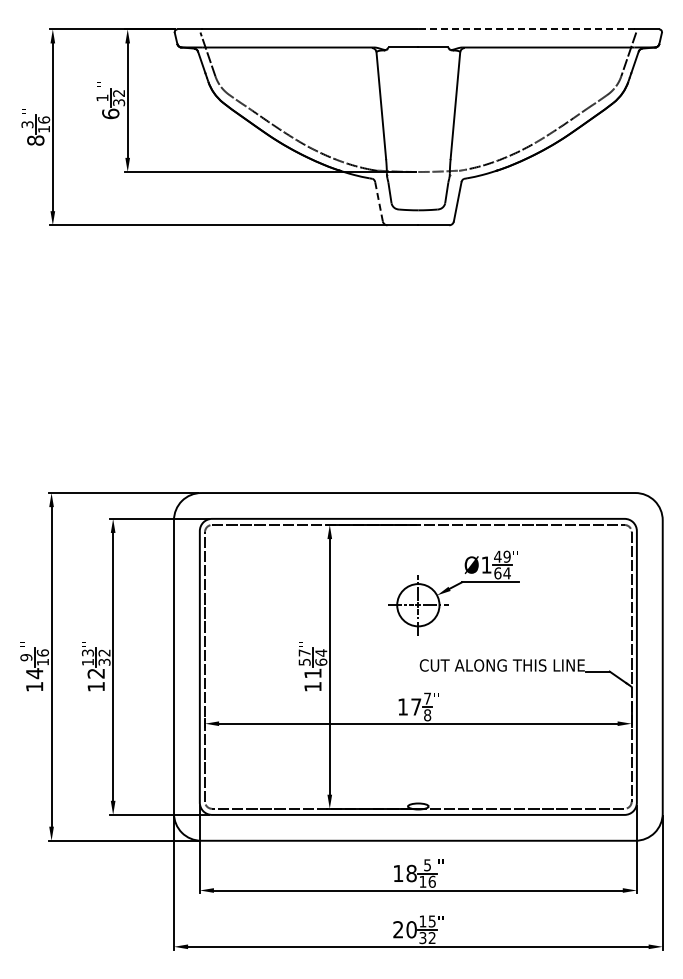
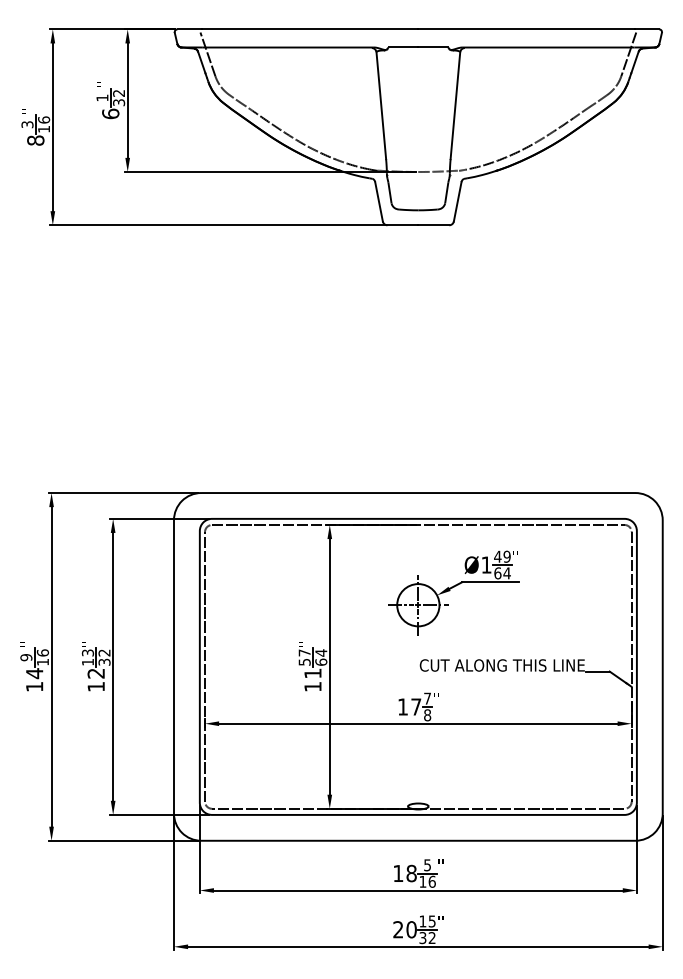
line at (525, 29): dashed -> solid
line at (378, 201): dashed -> solid
